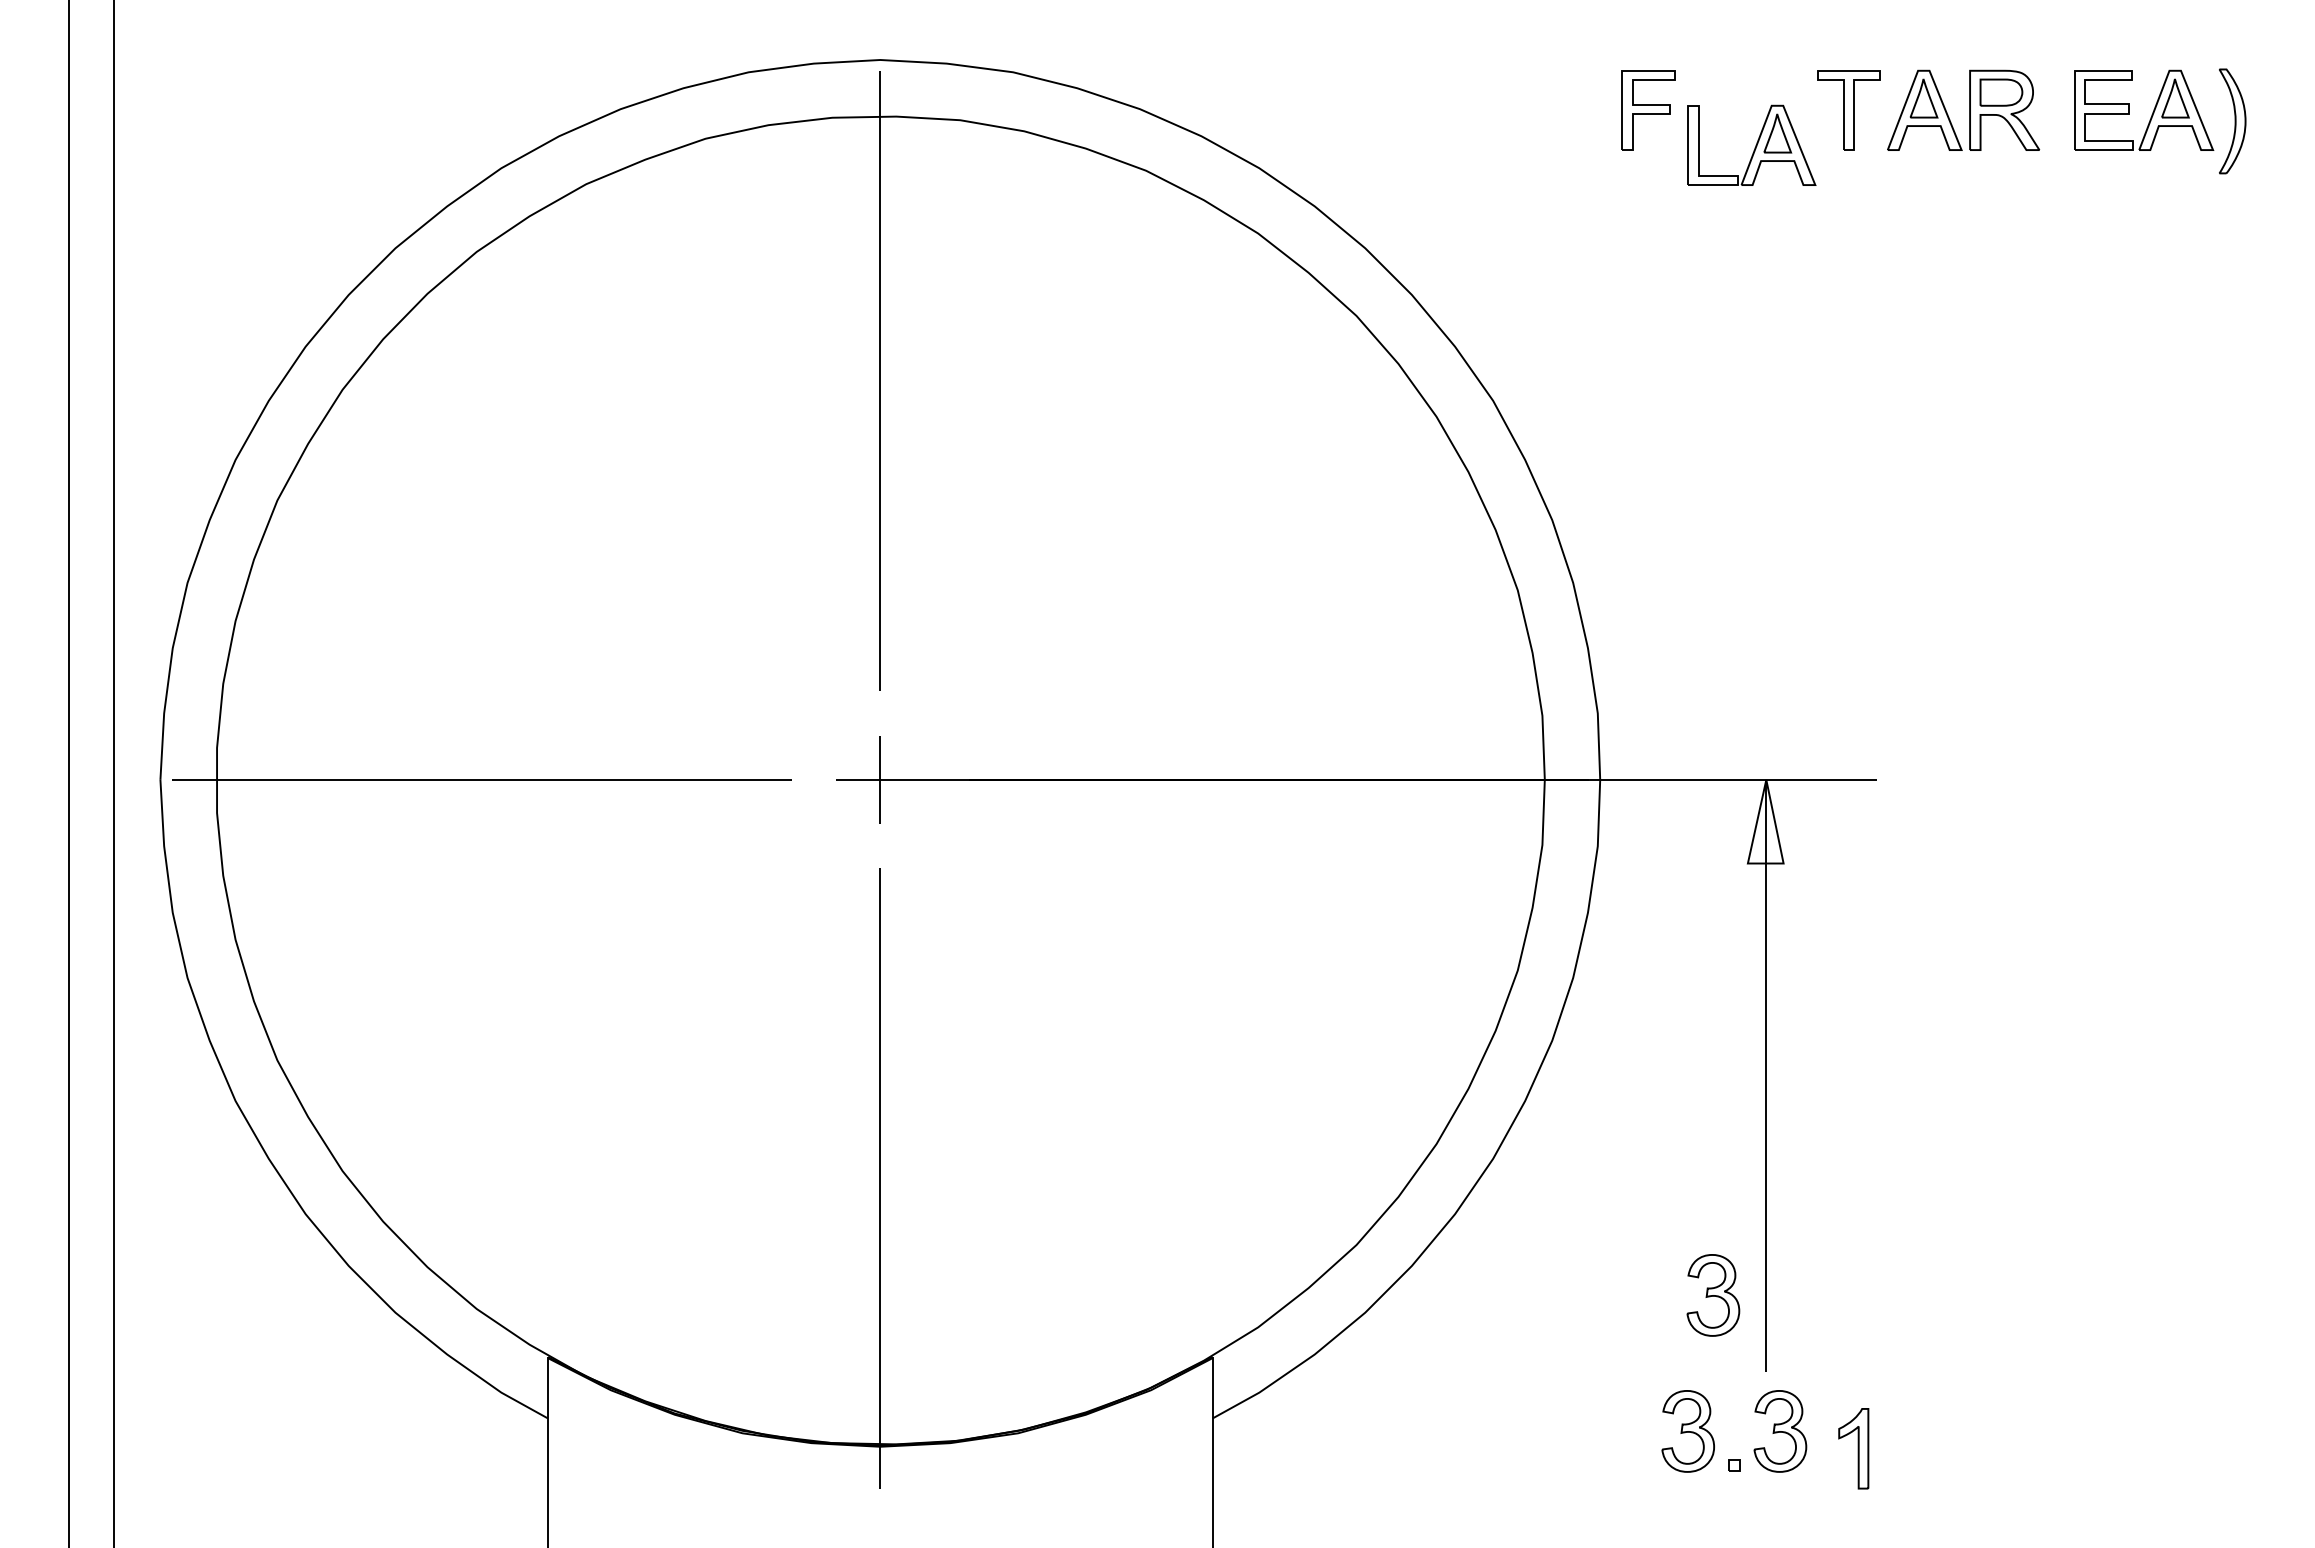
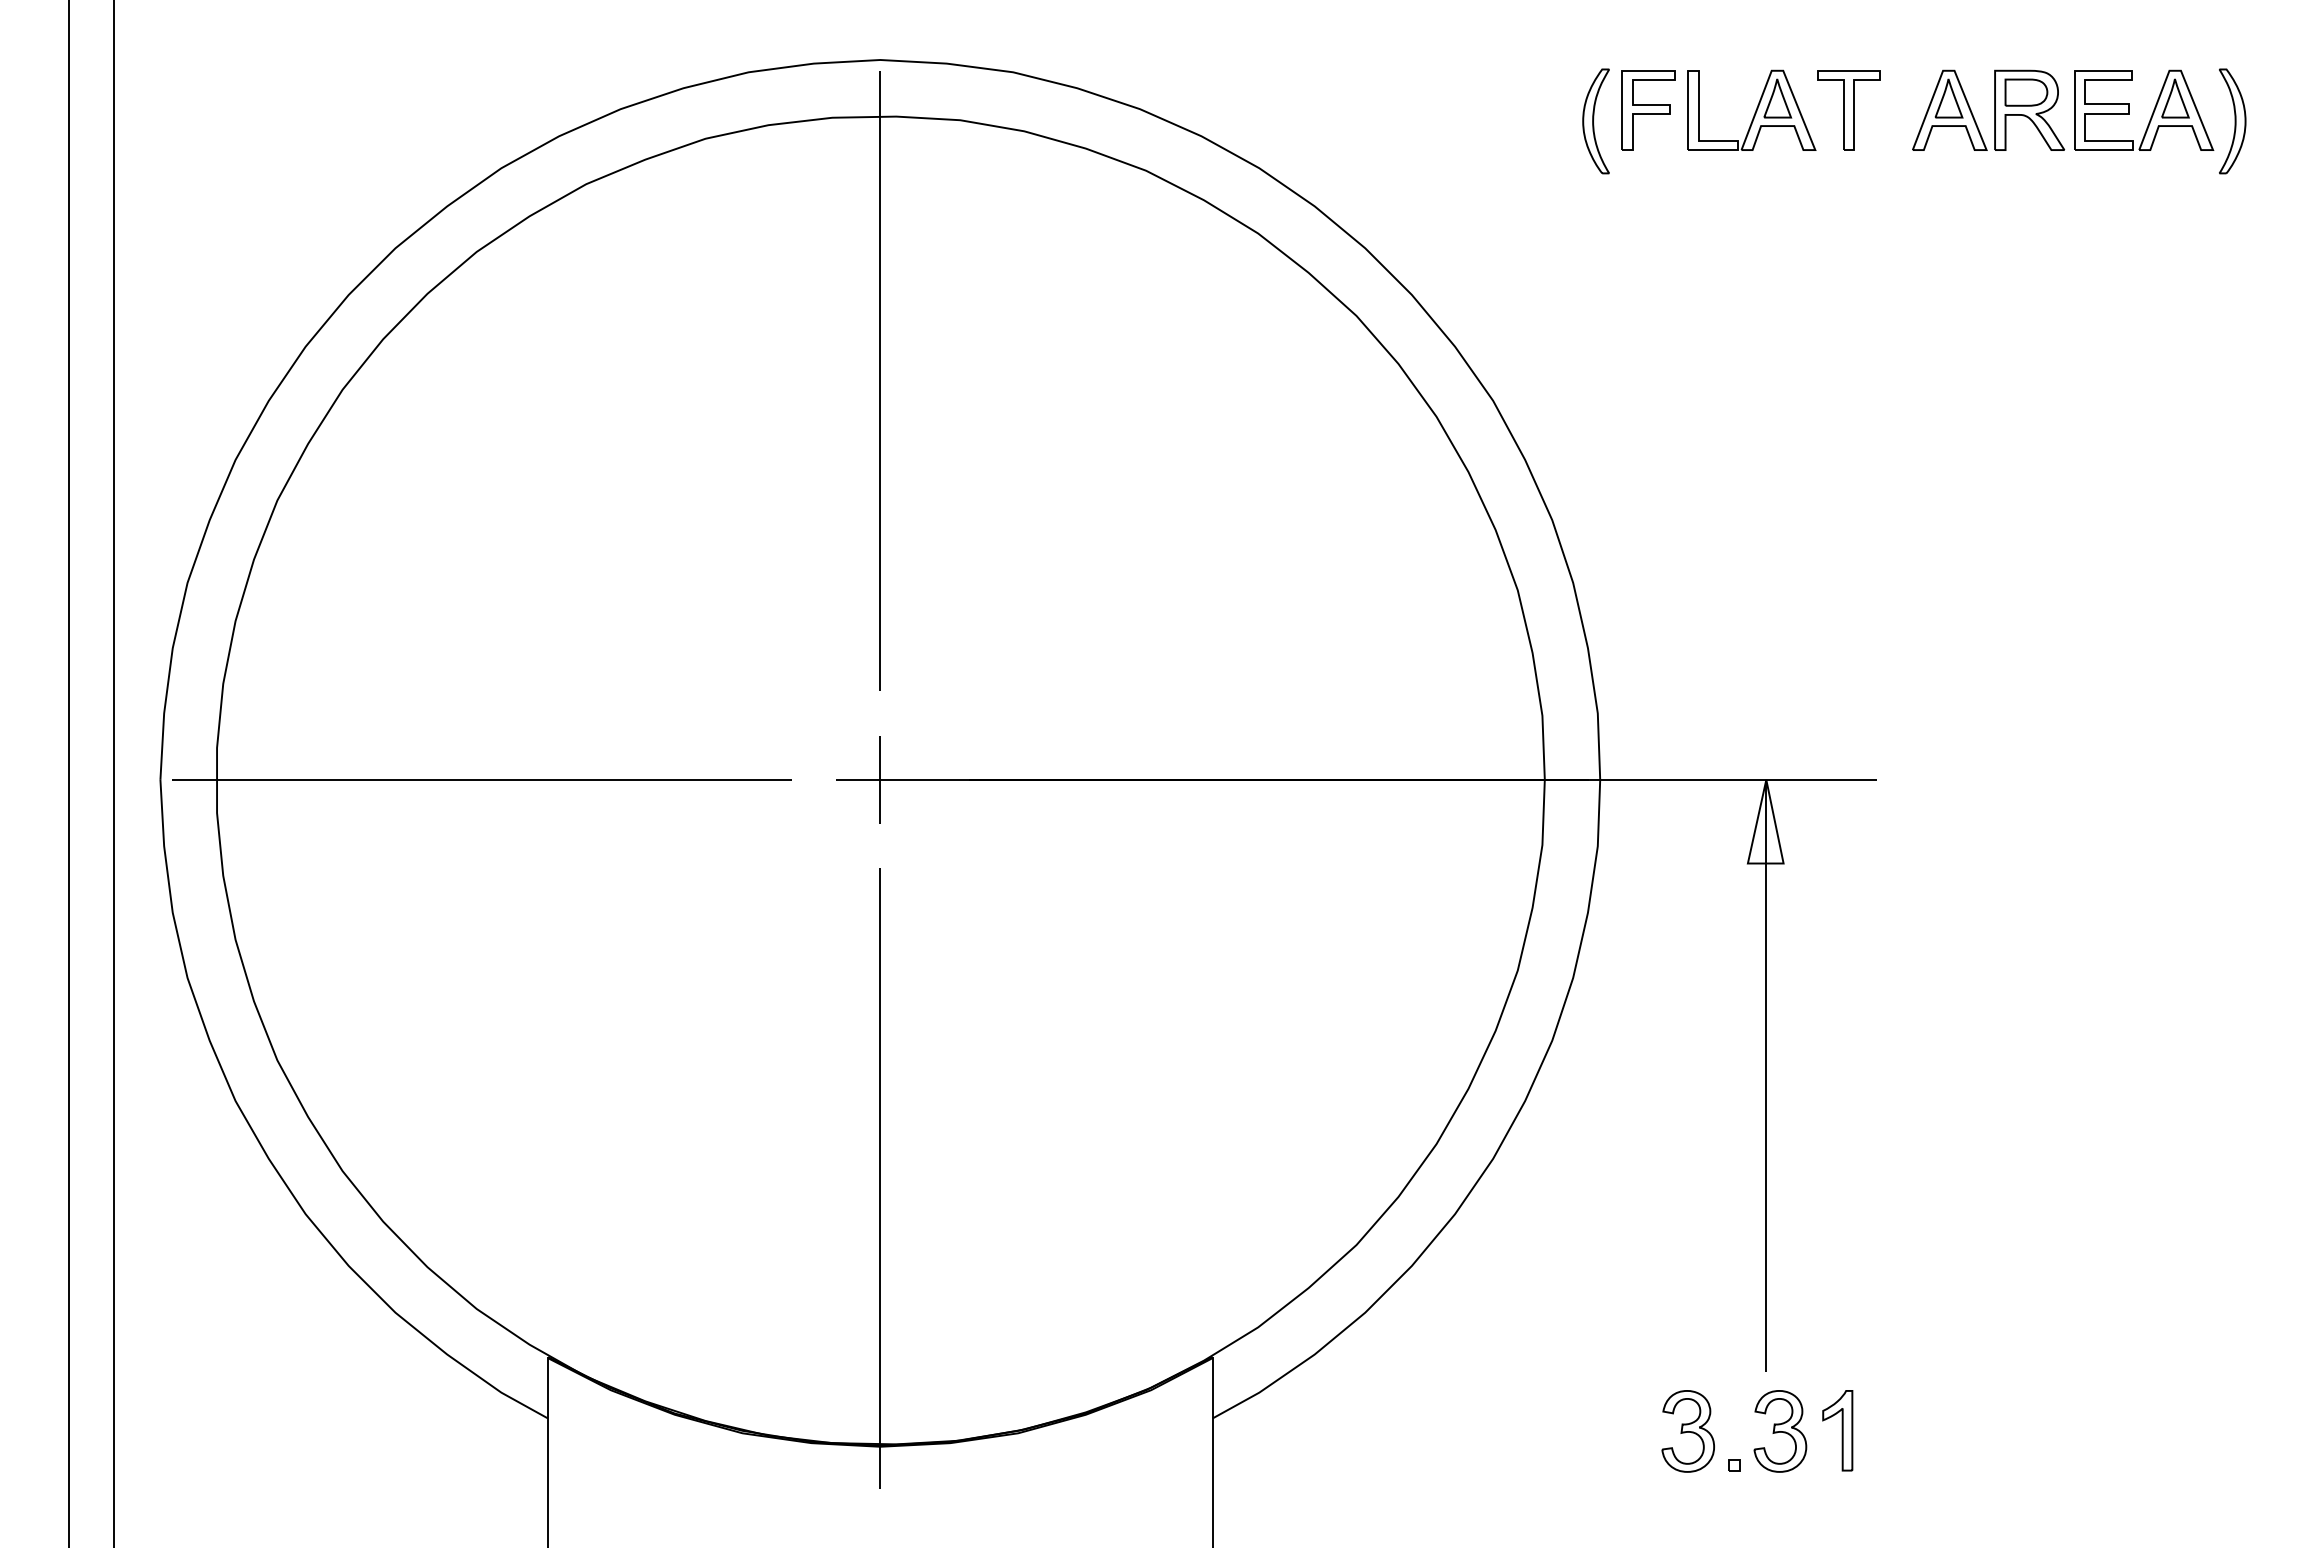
part at (1963, 109) position: (1963, 109) -> (1988, 109)
part at (1595, 121): none -> present
part at (1751, 144) position: (1751, 144) -> (1751, 109)
part at (1713, 1295): present -> none
part at (1853, 1448) position: (1853, 1448) -> (1837, 1430)
